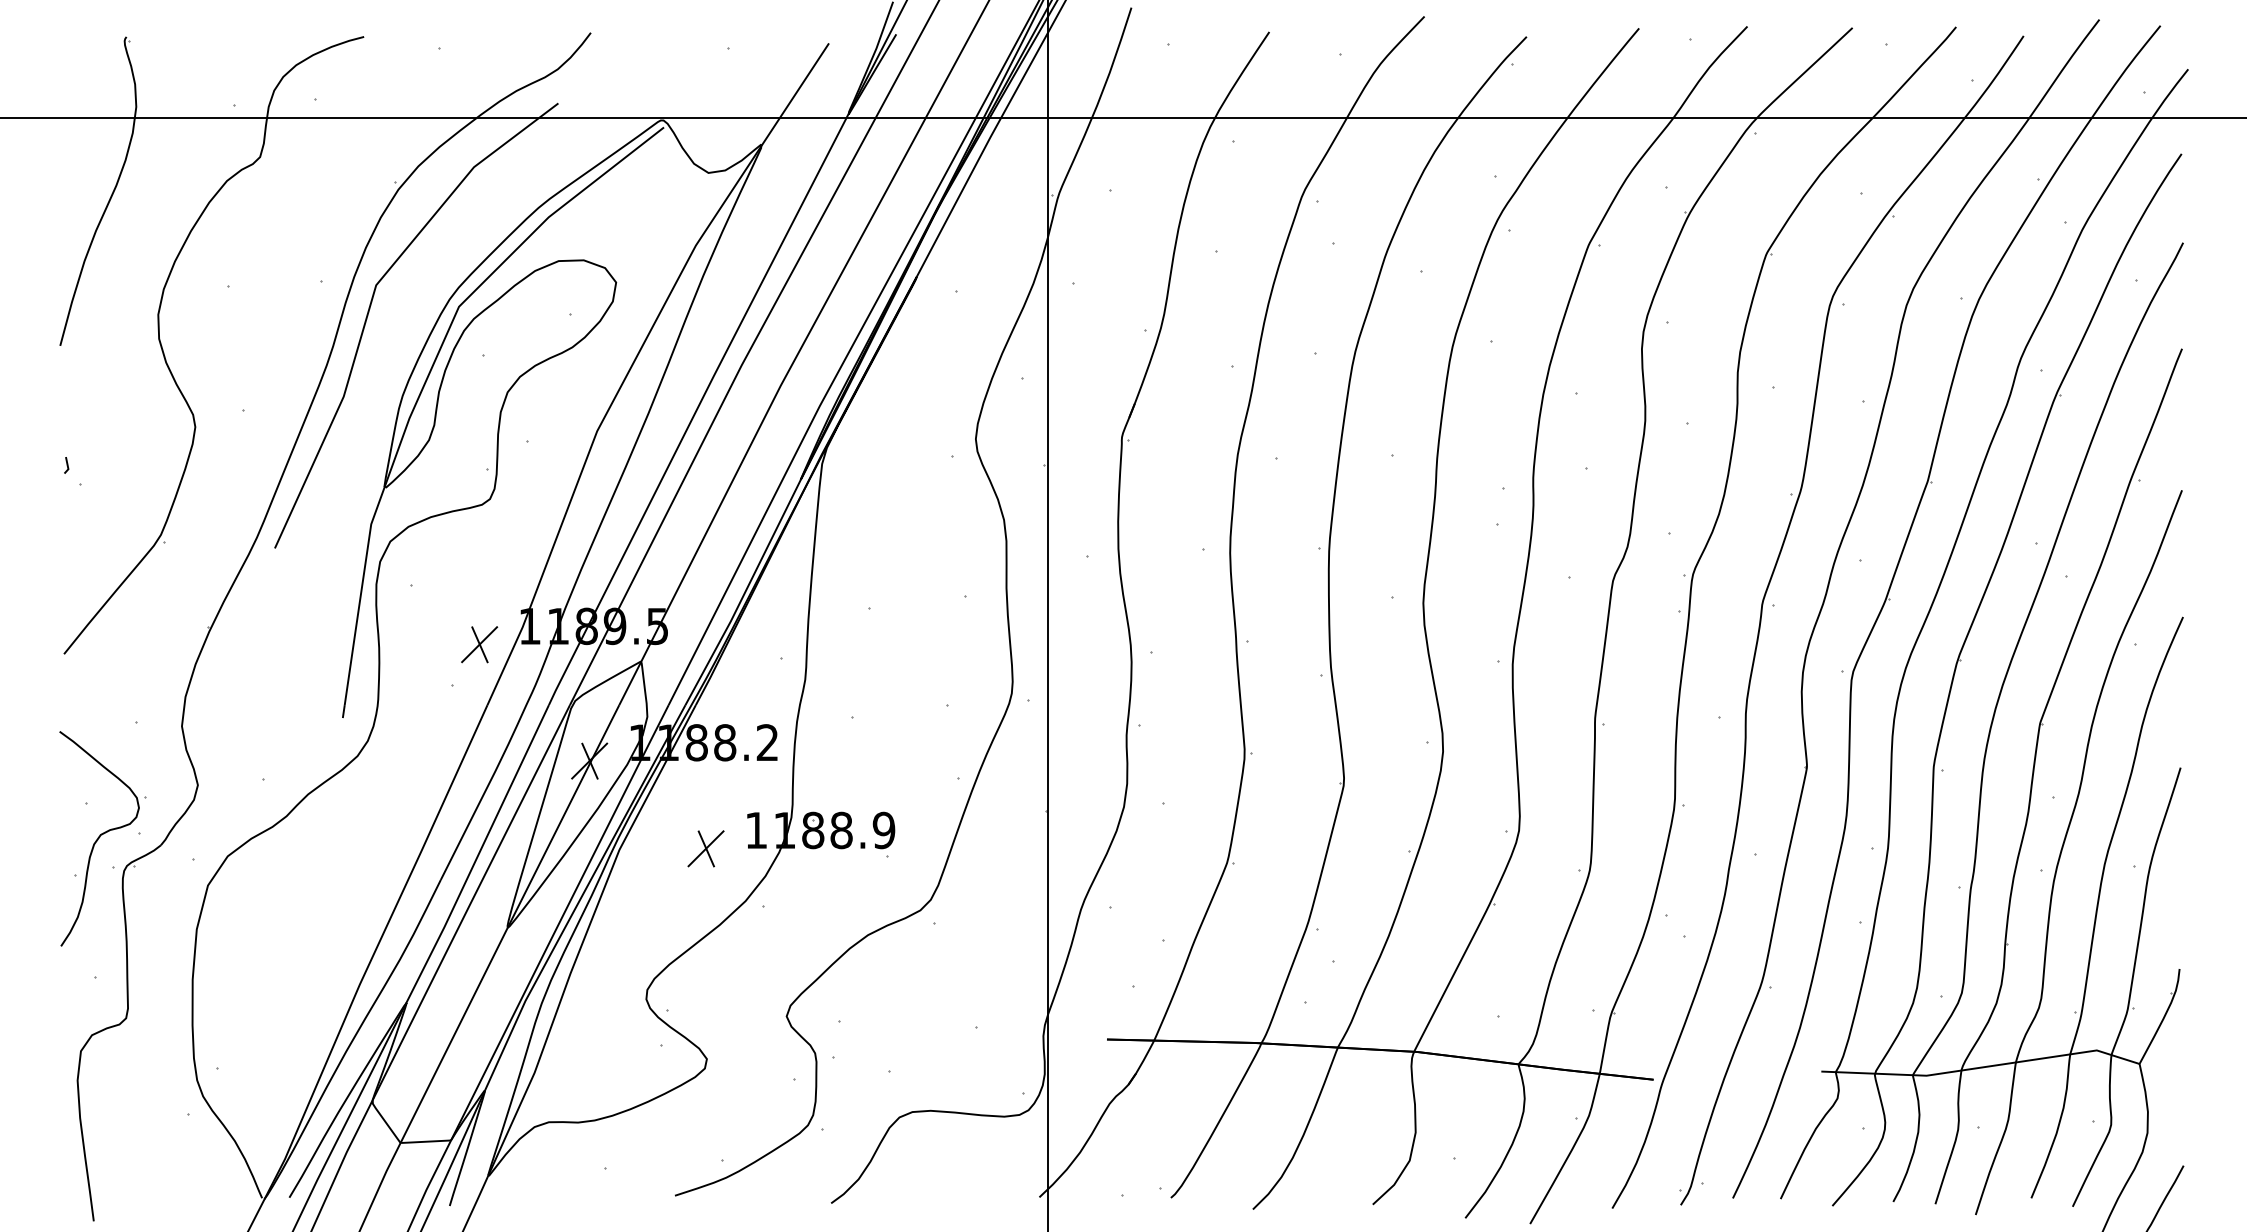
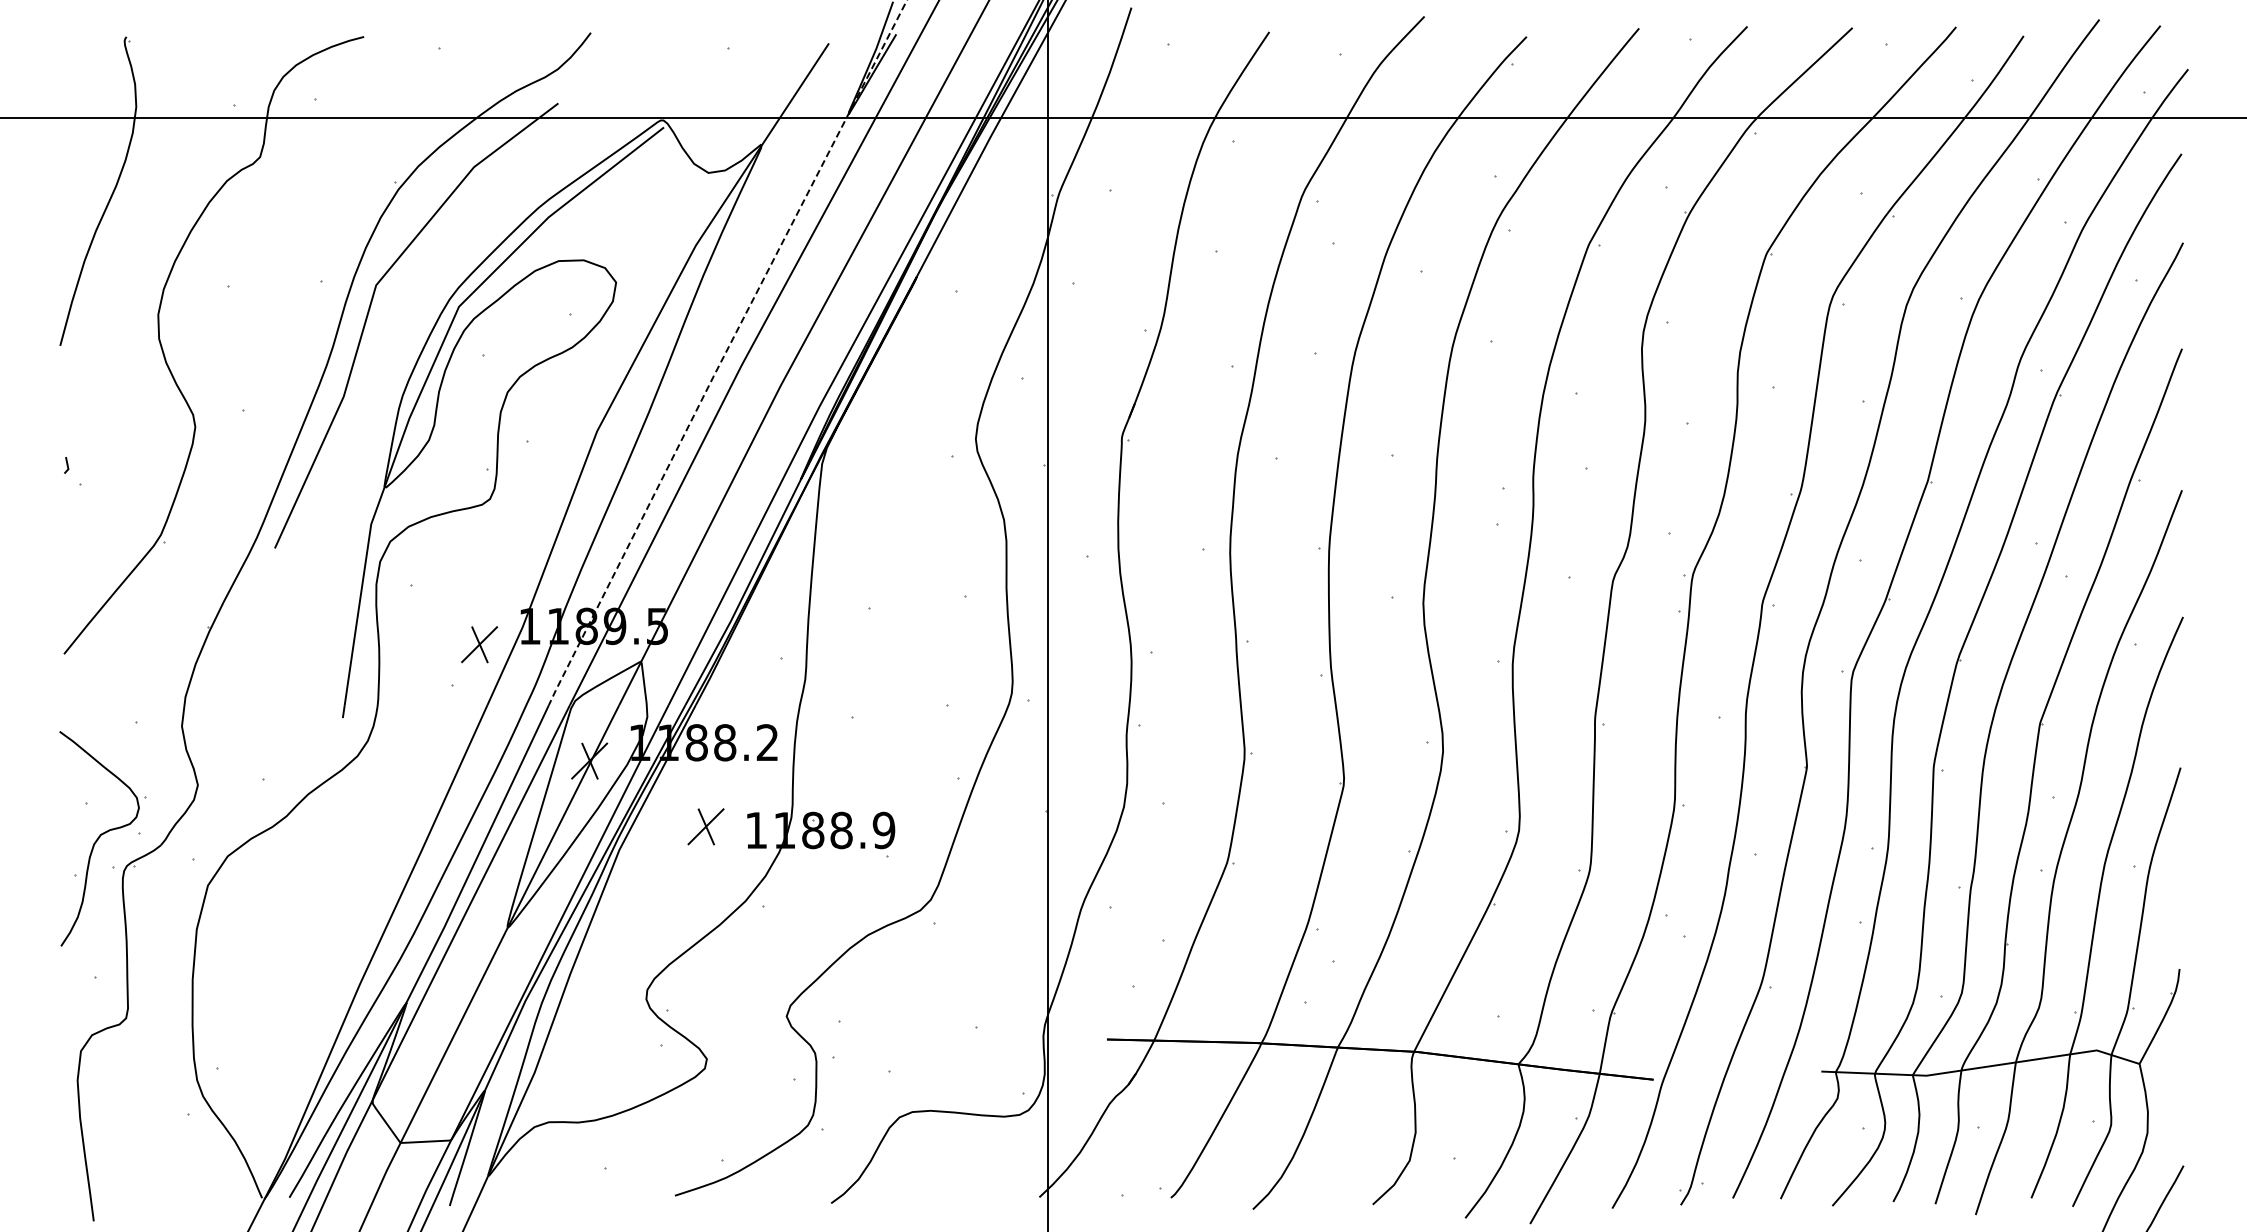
line at (725, 352): solid -> dashed
part at (705, 848) position: (705, 848) -> (705, 826)
